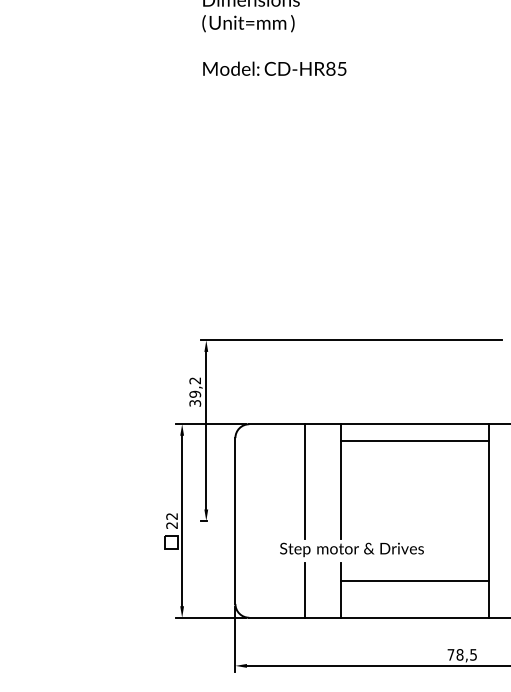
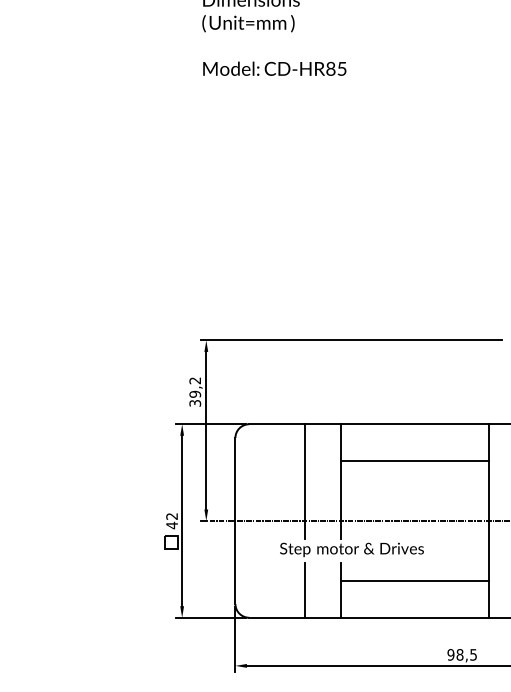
line at (414, 441) position: (414, 441) -> (414, 461)
line at (358, 521): none -> present
text at (171, 525): 22 -> 42
text at (450, 654): 78,5 -> 98,5
